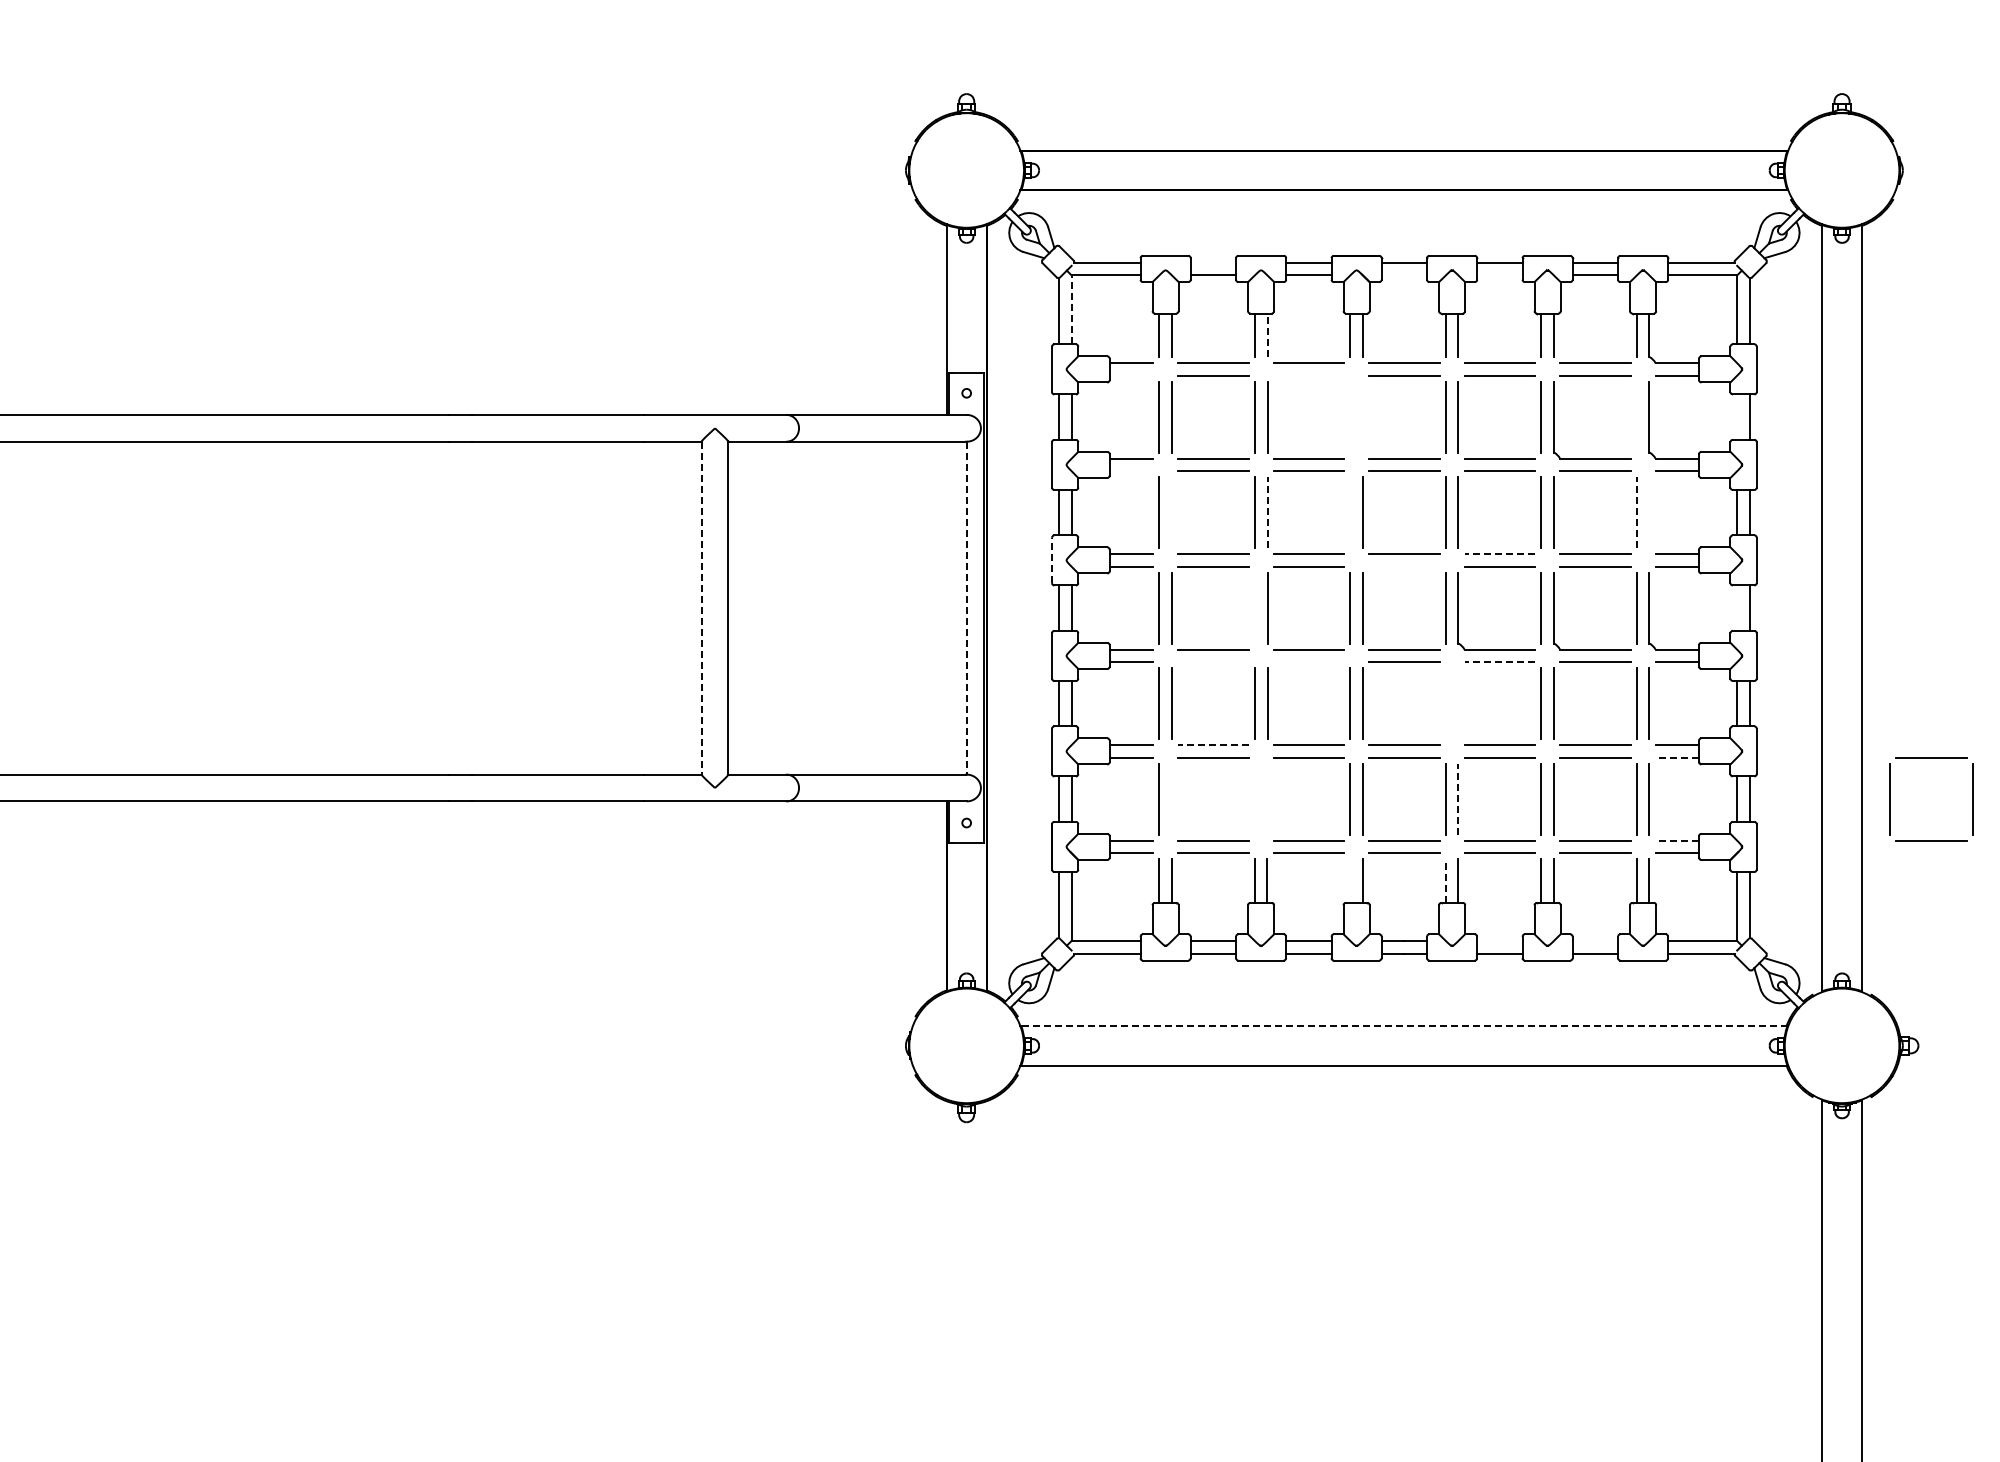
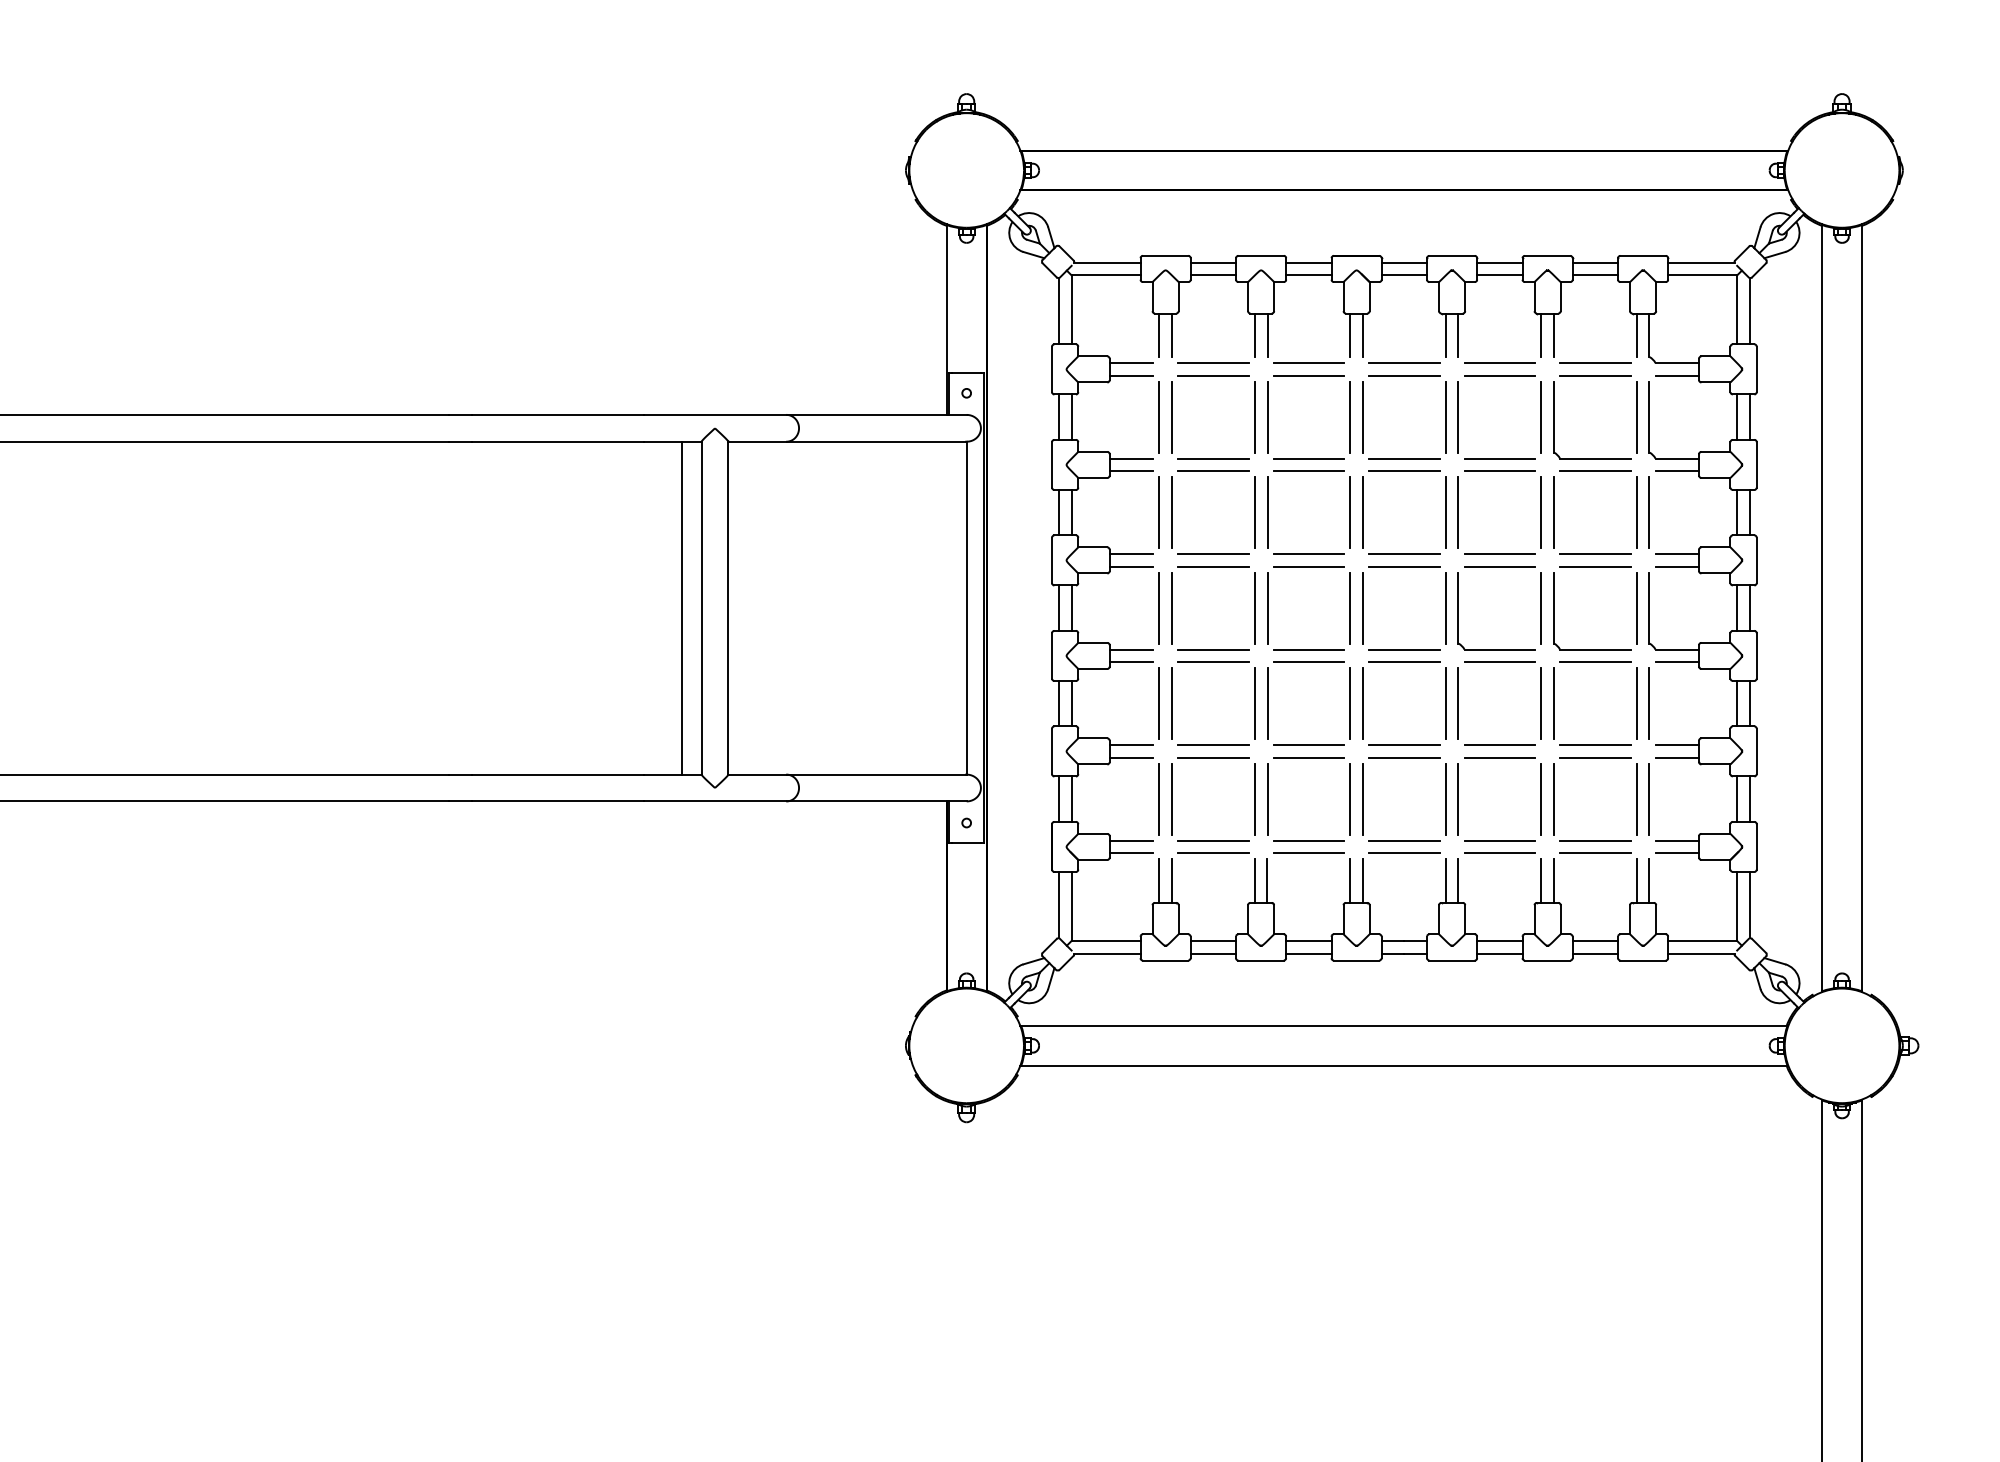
line at (1213, 262): none -> present
line at (1404, 275): none -> present
line at (1499, 275): none -> present
line at (1071, 309): dashed -> solid
line at (1267, 335): dashed -> solid
line at (1131, 375): none -> present
line at (1308, 375): none -> present
line at (1350, 416): none -> present
line at (1363, 416): none -> present
line at (1636, 416): none -> present
line at (1737, 416): none -> present
line at (1131, 471): none -> present
line at (1172, 512): none -> present
line at (1267, 512): dashed -> solid
line at (1350, 512): none -> present
line at (1636, 512): dashed -> solid
line at (1648, 512): none -> present
line at (1499, 554): dashed -> solid
line at (1052, 560): dashed -> solid
line at (1404, 566): none -> present
line at (682, 607): none -> present
line at (1254, 607): none -> present
line at (1737, 607): none -> present
line at (701, 608): dashed -> solid
line at (966, 608): dashed -> solid
line at (1213, 662): none -> present
line at (1308, 662): none -> present
line at (1499, 662): dashed -> solid
line at (1445, 703): none -> present
line at (1458, 703): none -> present
line at (1212, 745): dashed -> solid
line at (1677, 757): dashed -> solid
part at (1931, 758): present -> none
line at (1172, 798): none -> present
line at (1254, 798): none -> present
line at (1267, 798): none -> present
line at (1458, 798): dashed -> solid
line at (1677, 840): dashed -> solid
line at (1350, 880): none -> present
line at (1445, 881): dashed -> solid
line at (1499, 941): none -> present
line at (1595, 941): none -> present
line at (1403, 1025): dashed -> solid
